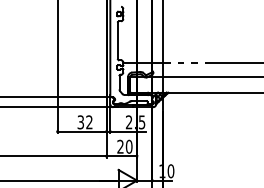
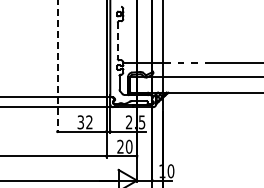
line at (117, 40): solid -> dashed
line at (57, 67): solid -> dashed
